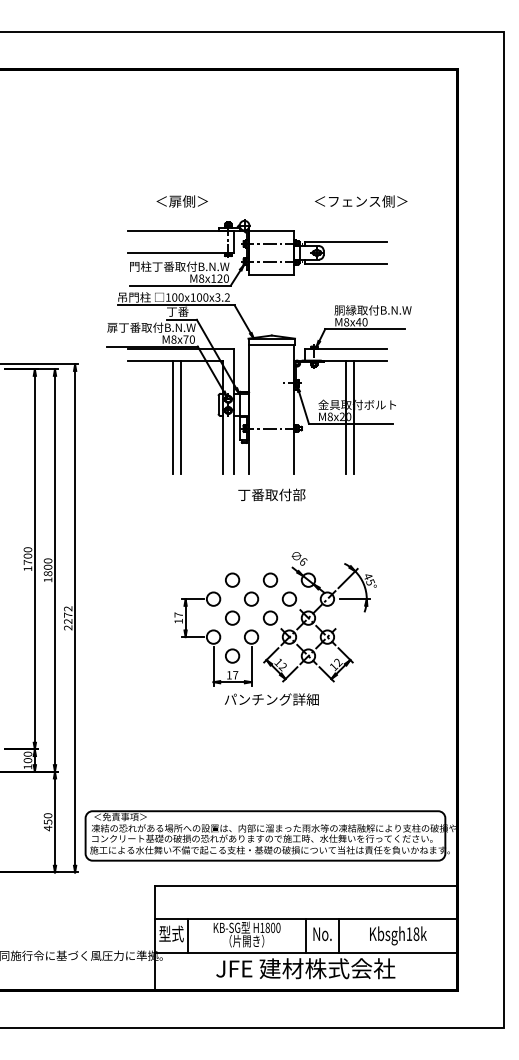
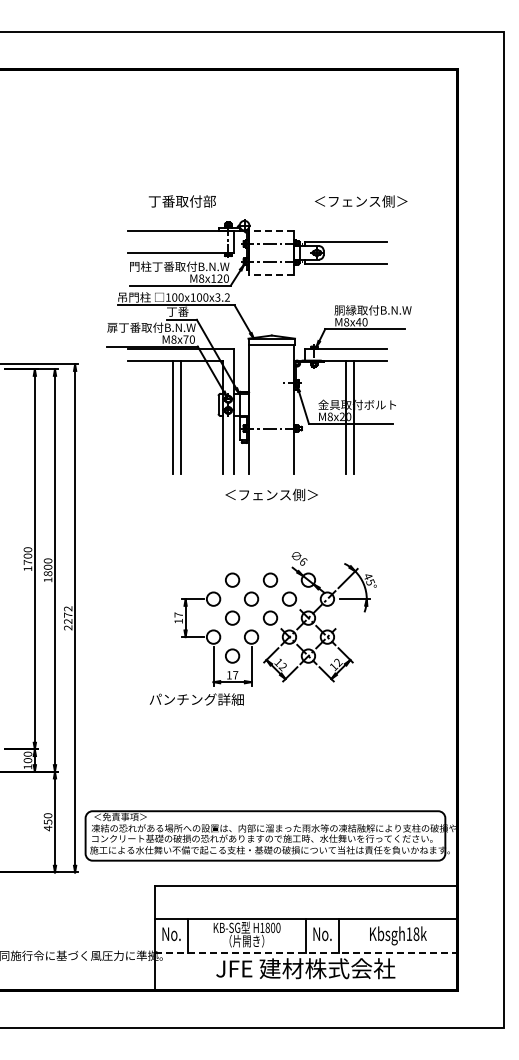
text at (181, 201): ＜扉側＞ -> 丁番取付部
line at (271, 230): solid -> dashed
line at (271, 275): solid -> dashed
text at (271, 494): 丁番取付部 -> ＜フェンス側＞
text at (271, 699) position: (271, 699) -> (196, 699)
text at (171, 933): 型式 -> No.
line at (305, 952): solid -> dashed
